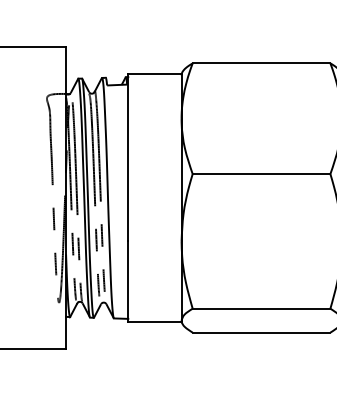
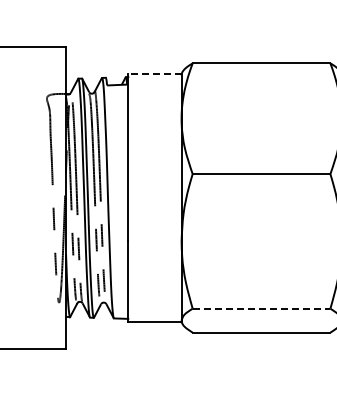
line at (154, 73): solid -> dashed
line at (261, 308): solid -> dashed
